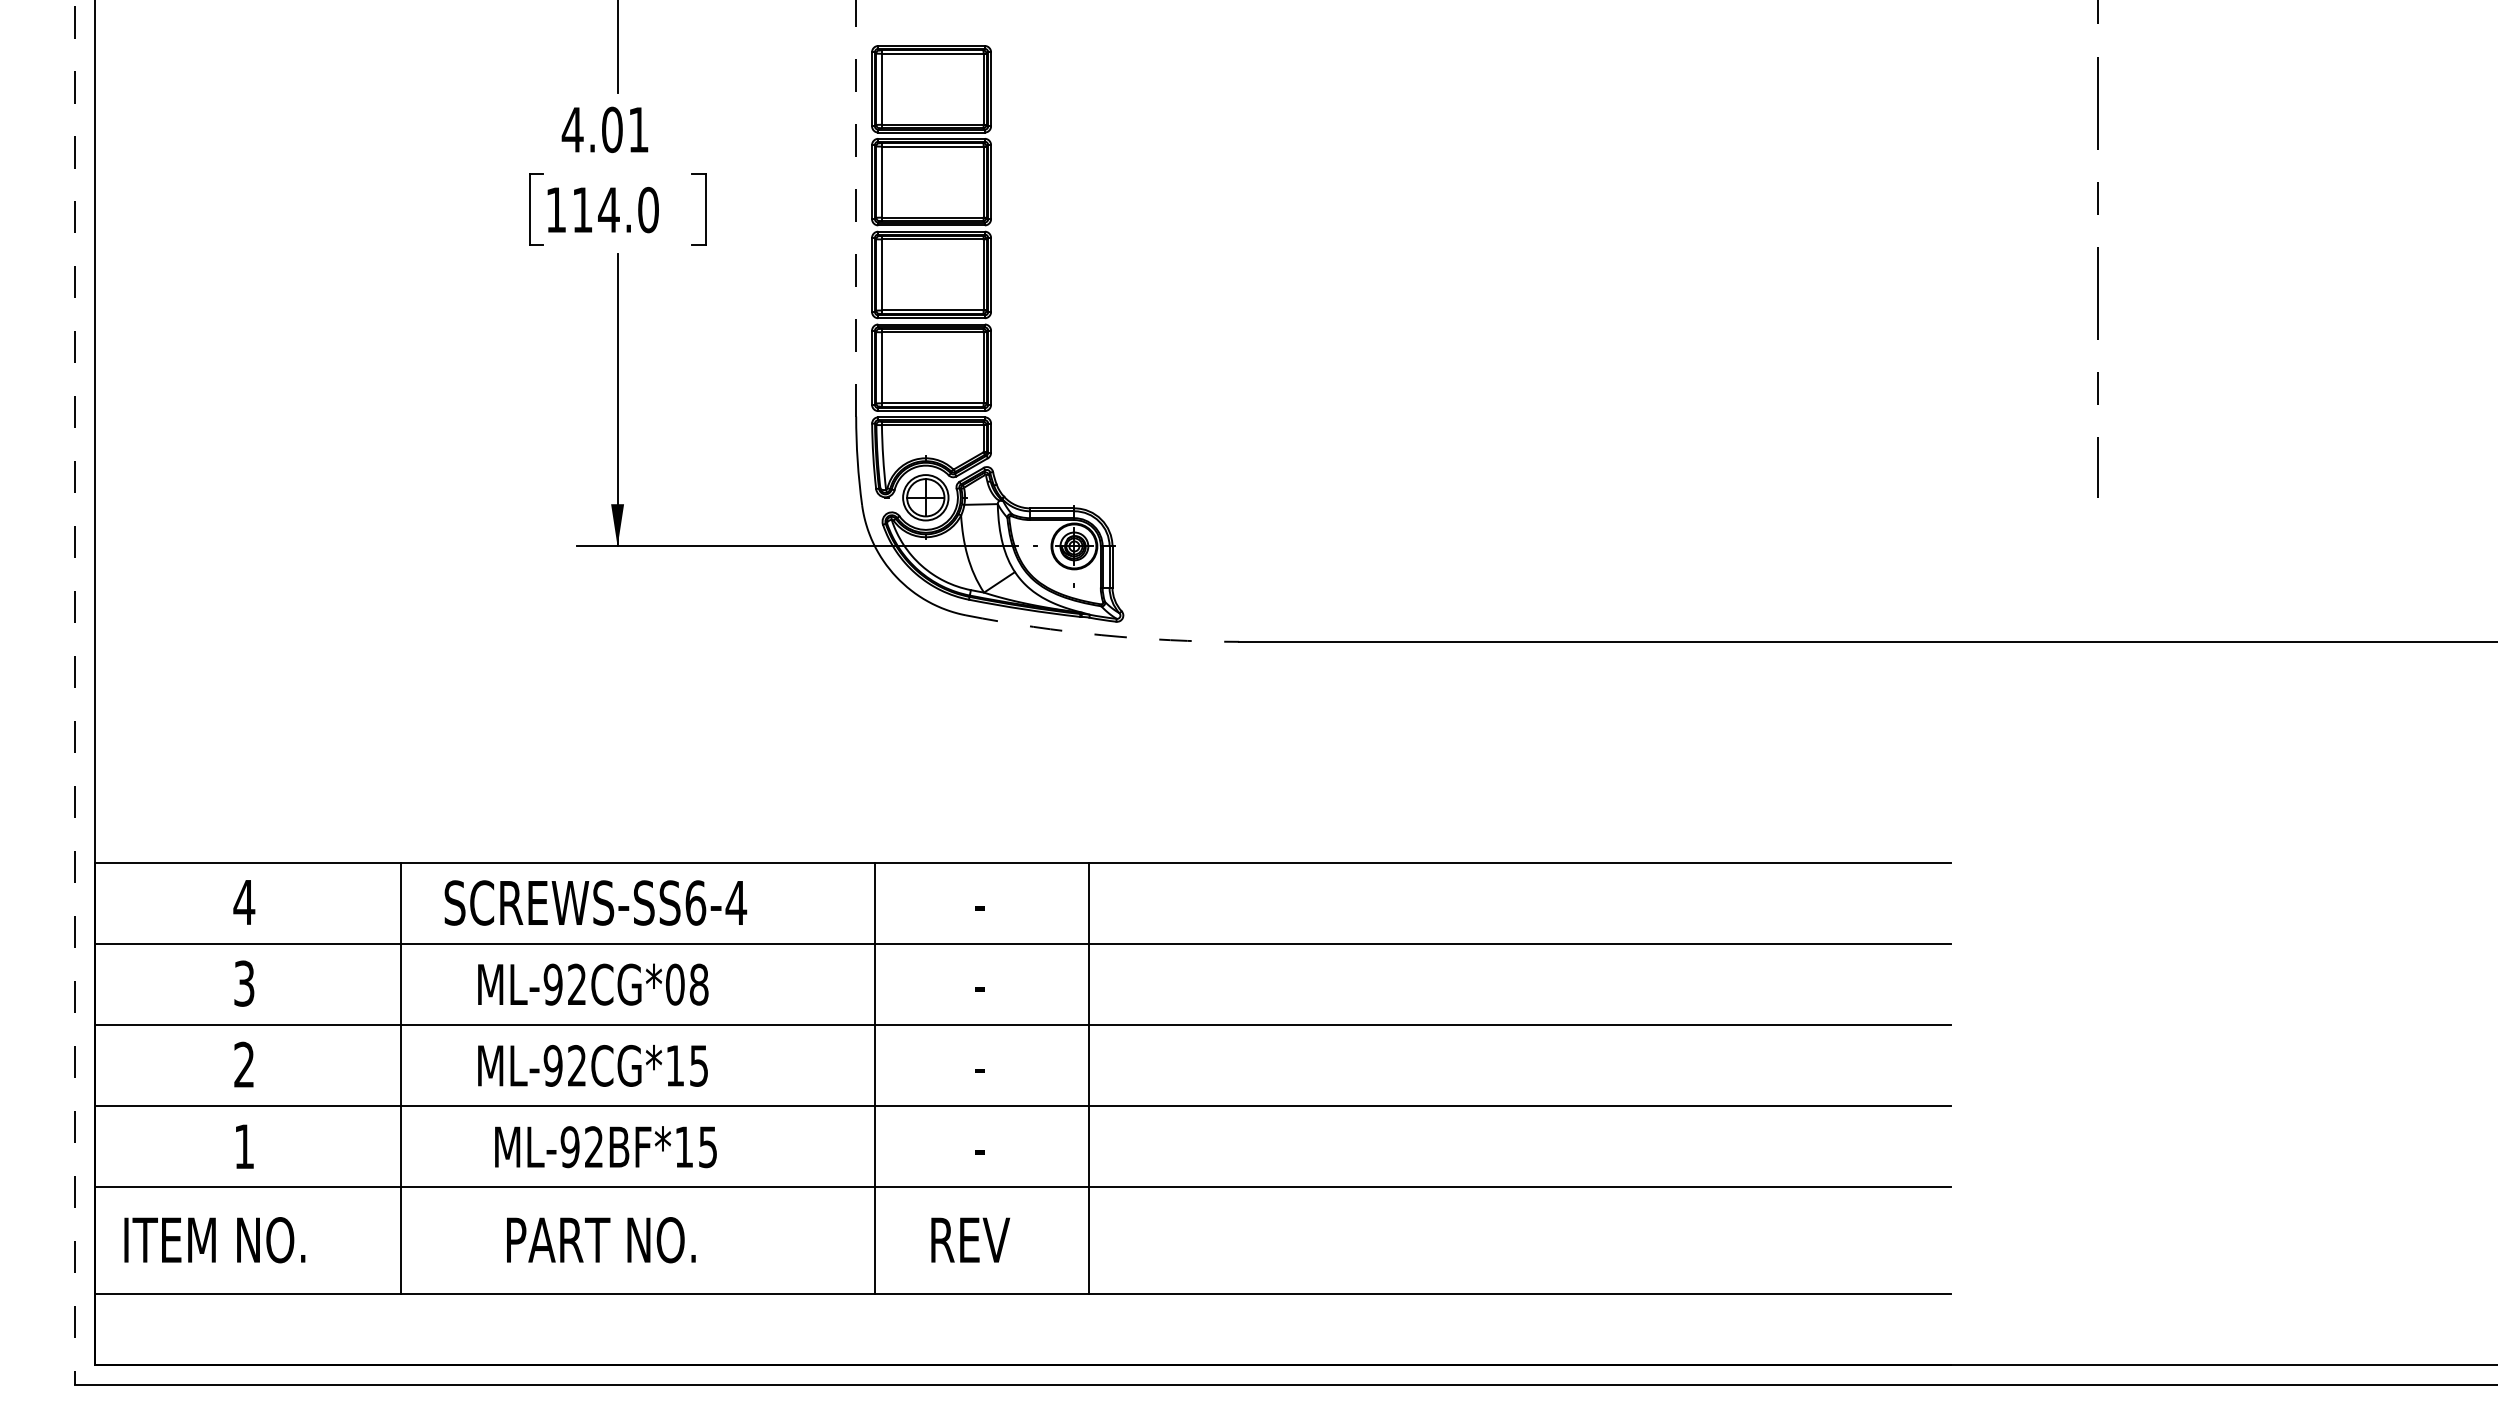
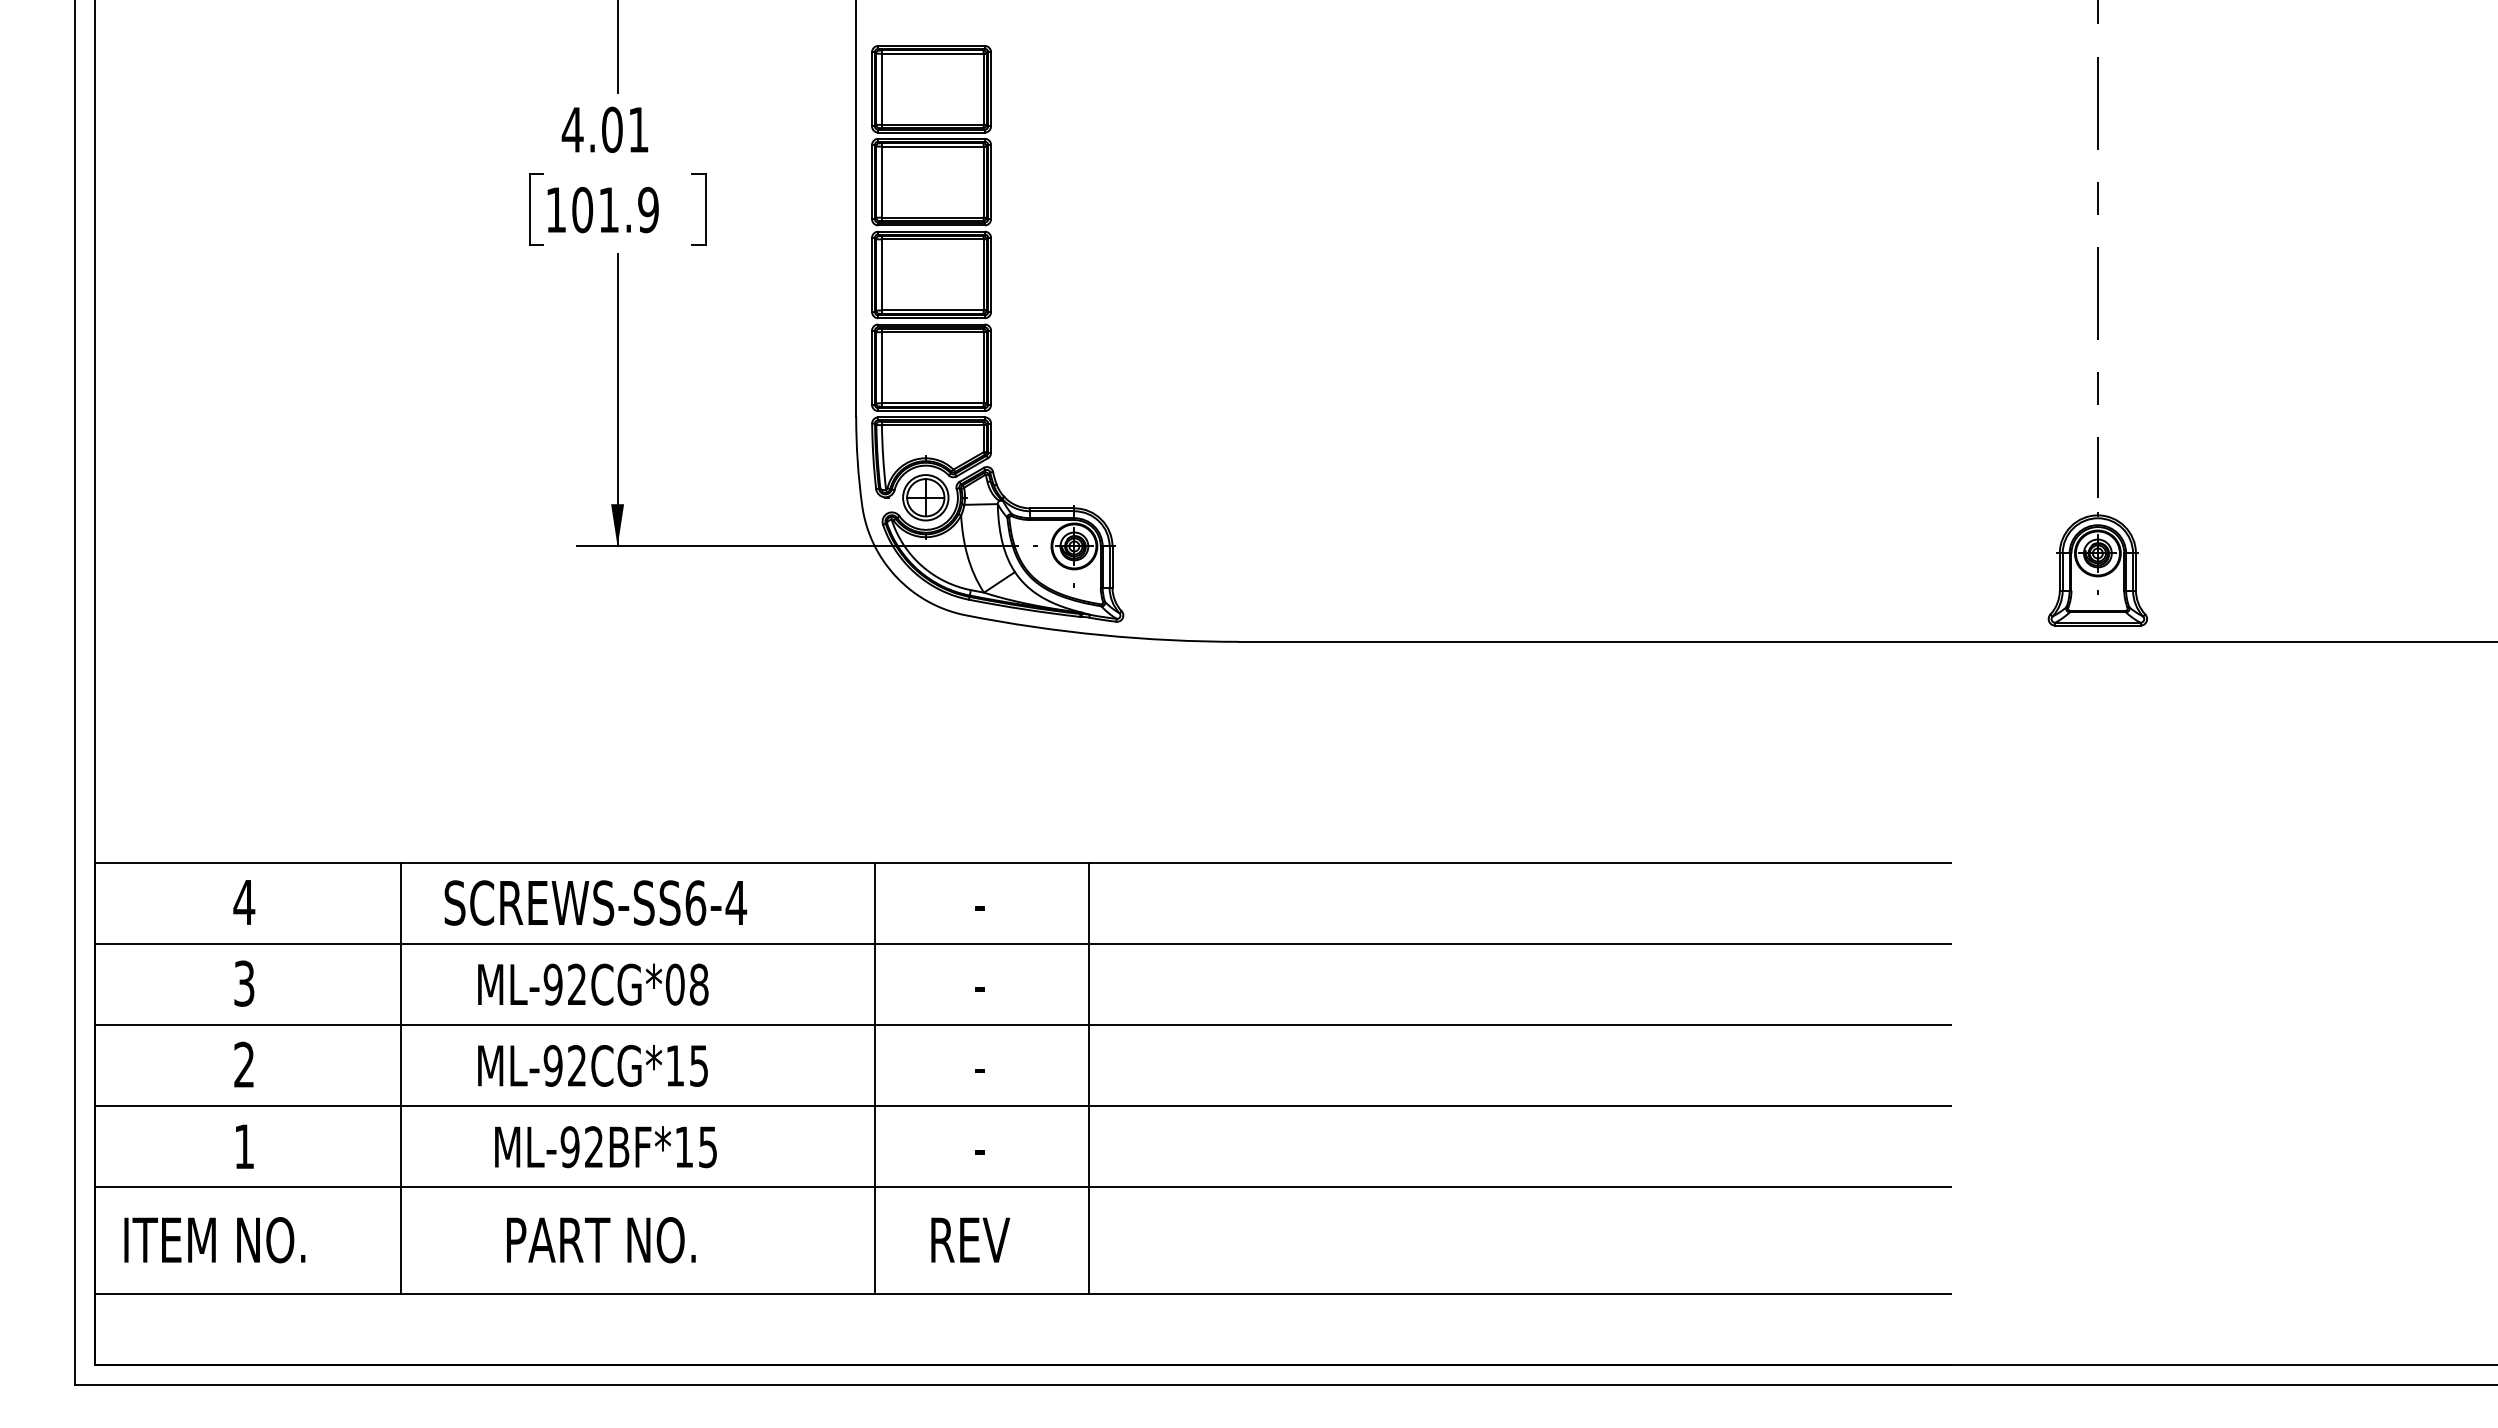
line at (856, 208): dashed -> solid
text at (615, 209): 114.0 -> 101.9
part at (2097, 569): none -> present
arc at (1101, 635): dashed -> solid
line at (74, 692): dashed -> solid
